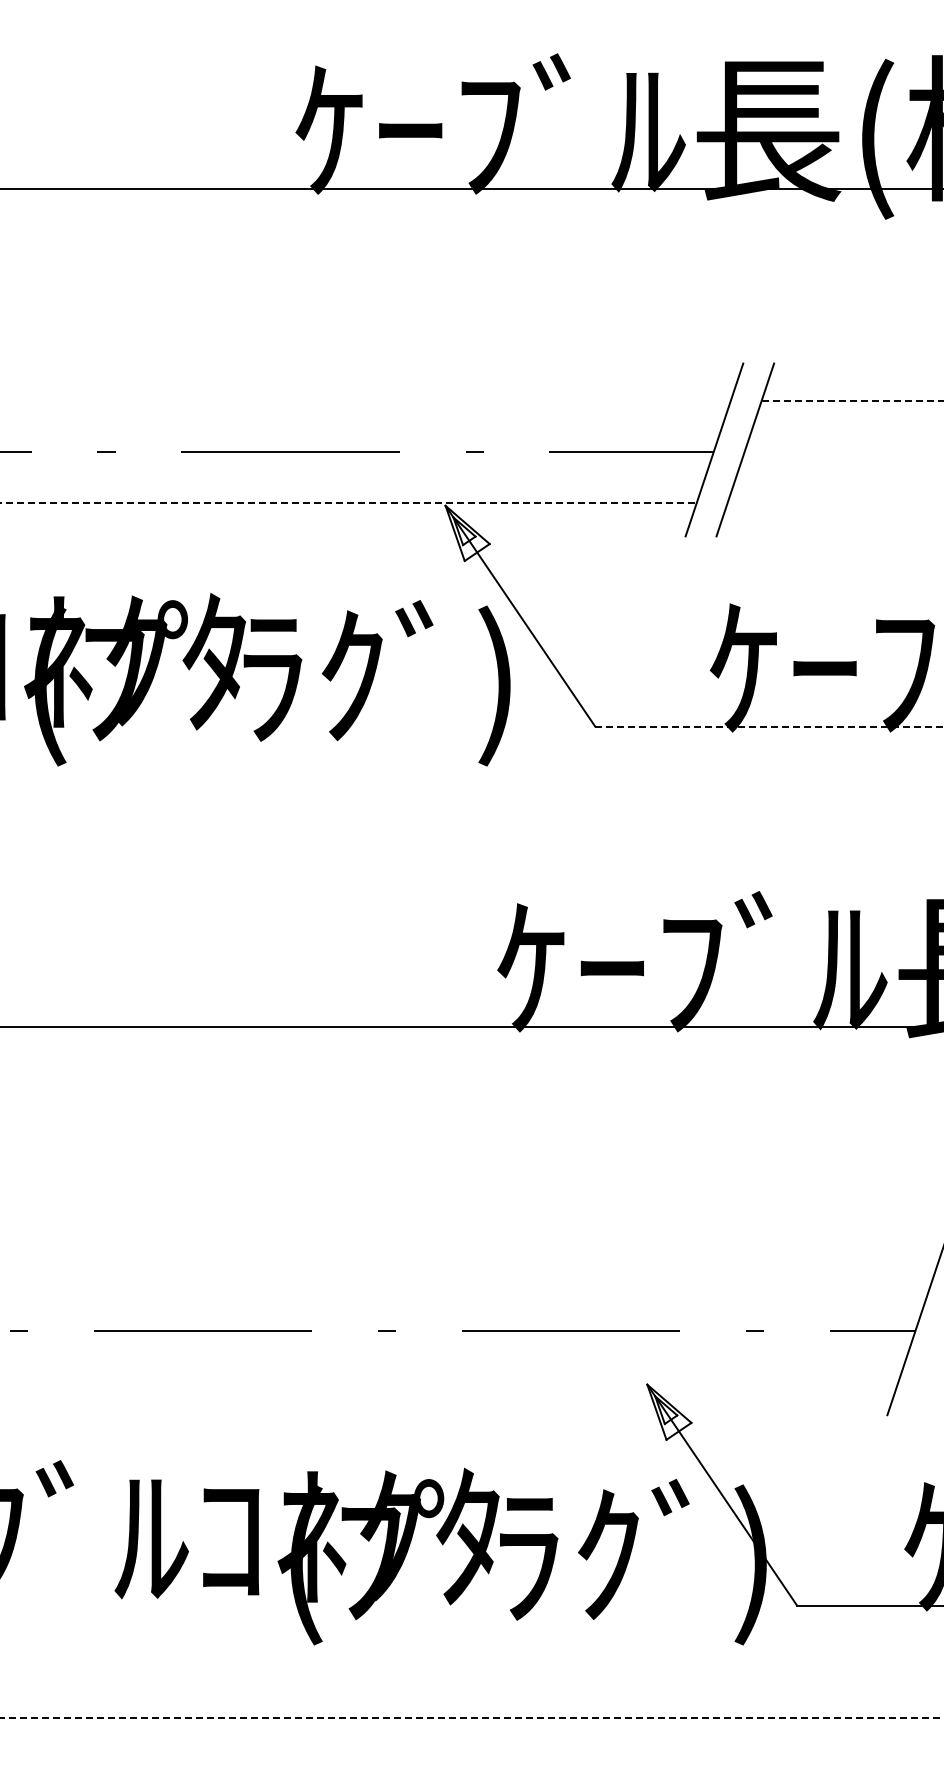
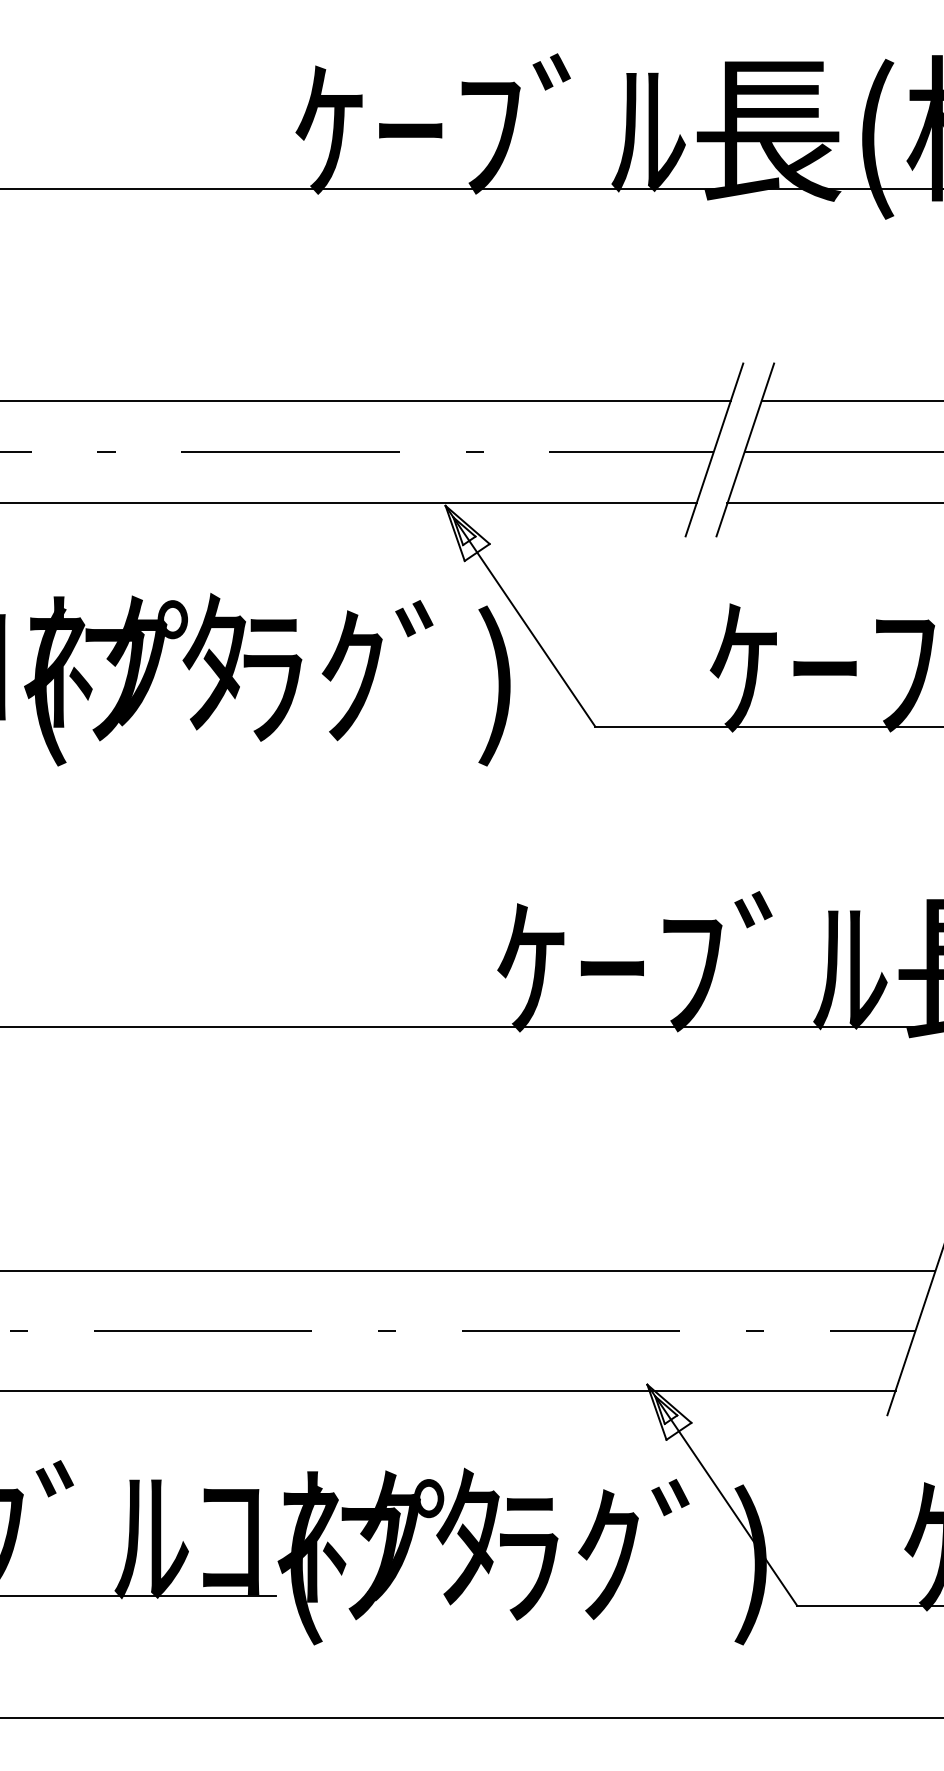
line at (366, 401): none -> present
line at (853, 401): dashed -> solid
line at (842, 452): none -> present
line at (348, 503): dashed -> solid
line at (833, 503): none -> present
line at (769, 726): dashed -> solid
line at (468, 1271): none -> present
line at (448, 1390): none -> present
line at (139, 1595): none -> present
line at (471, 1717): dashed -> solid
